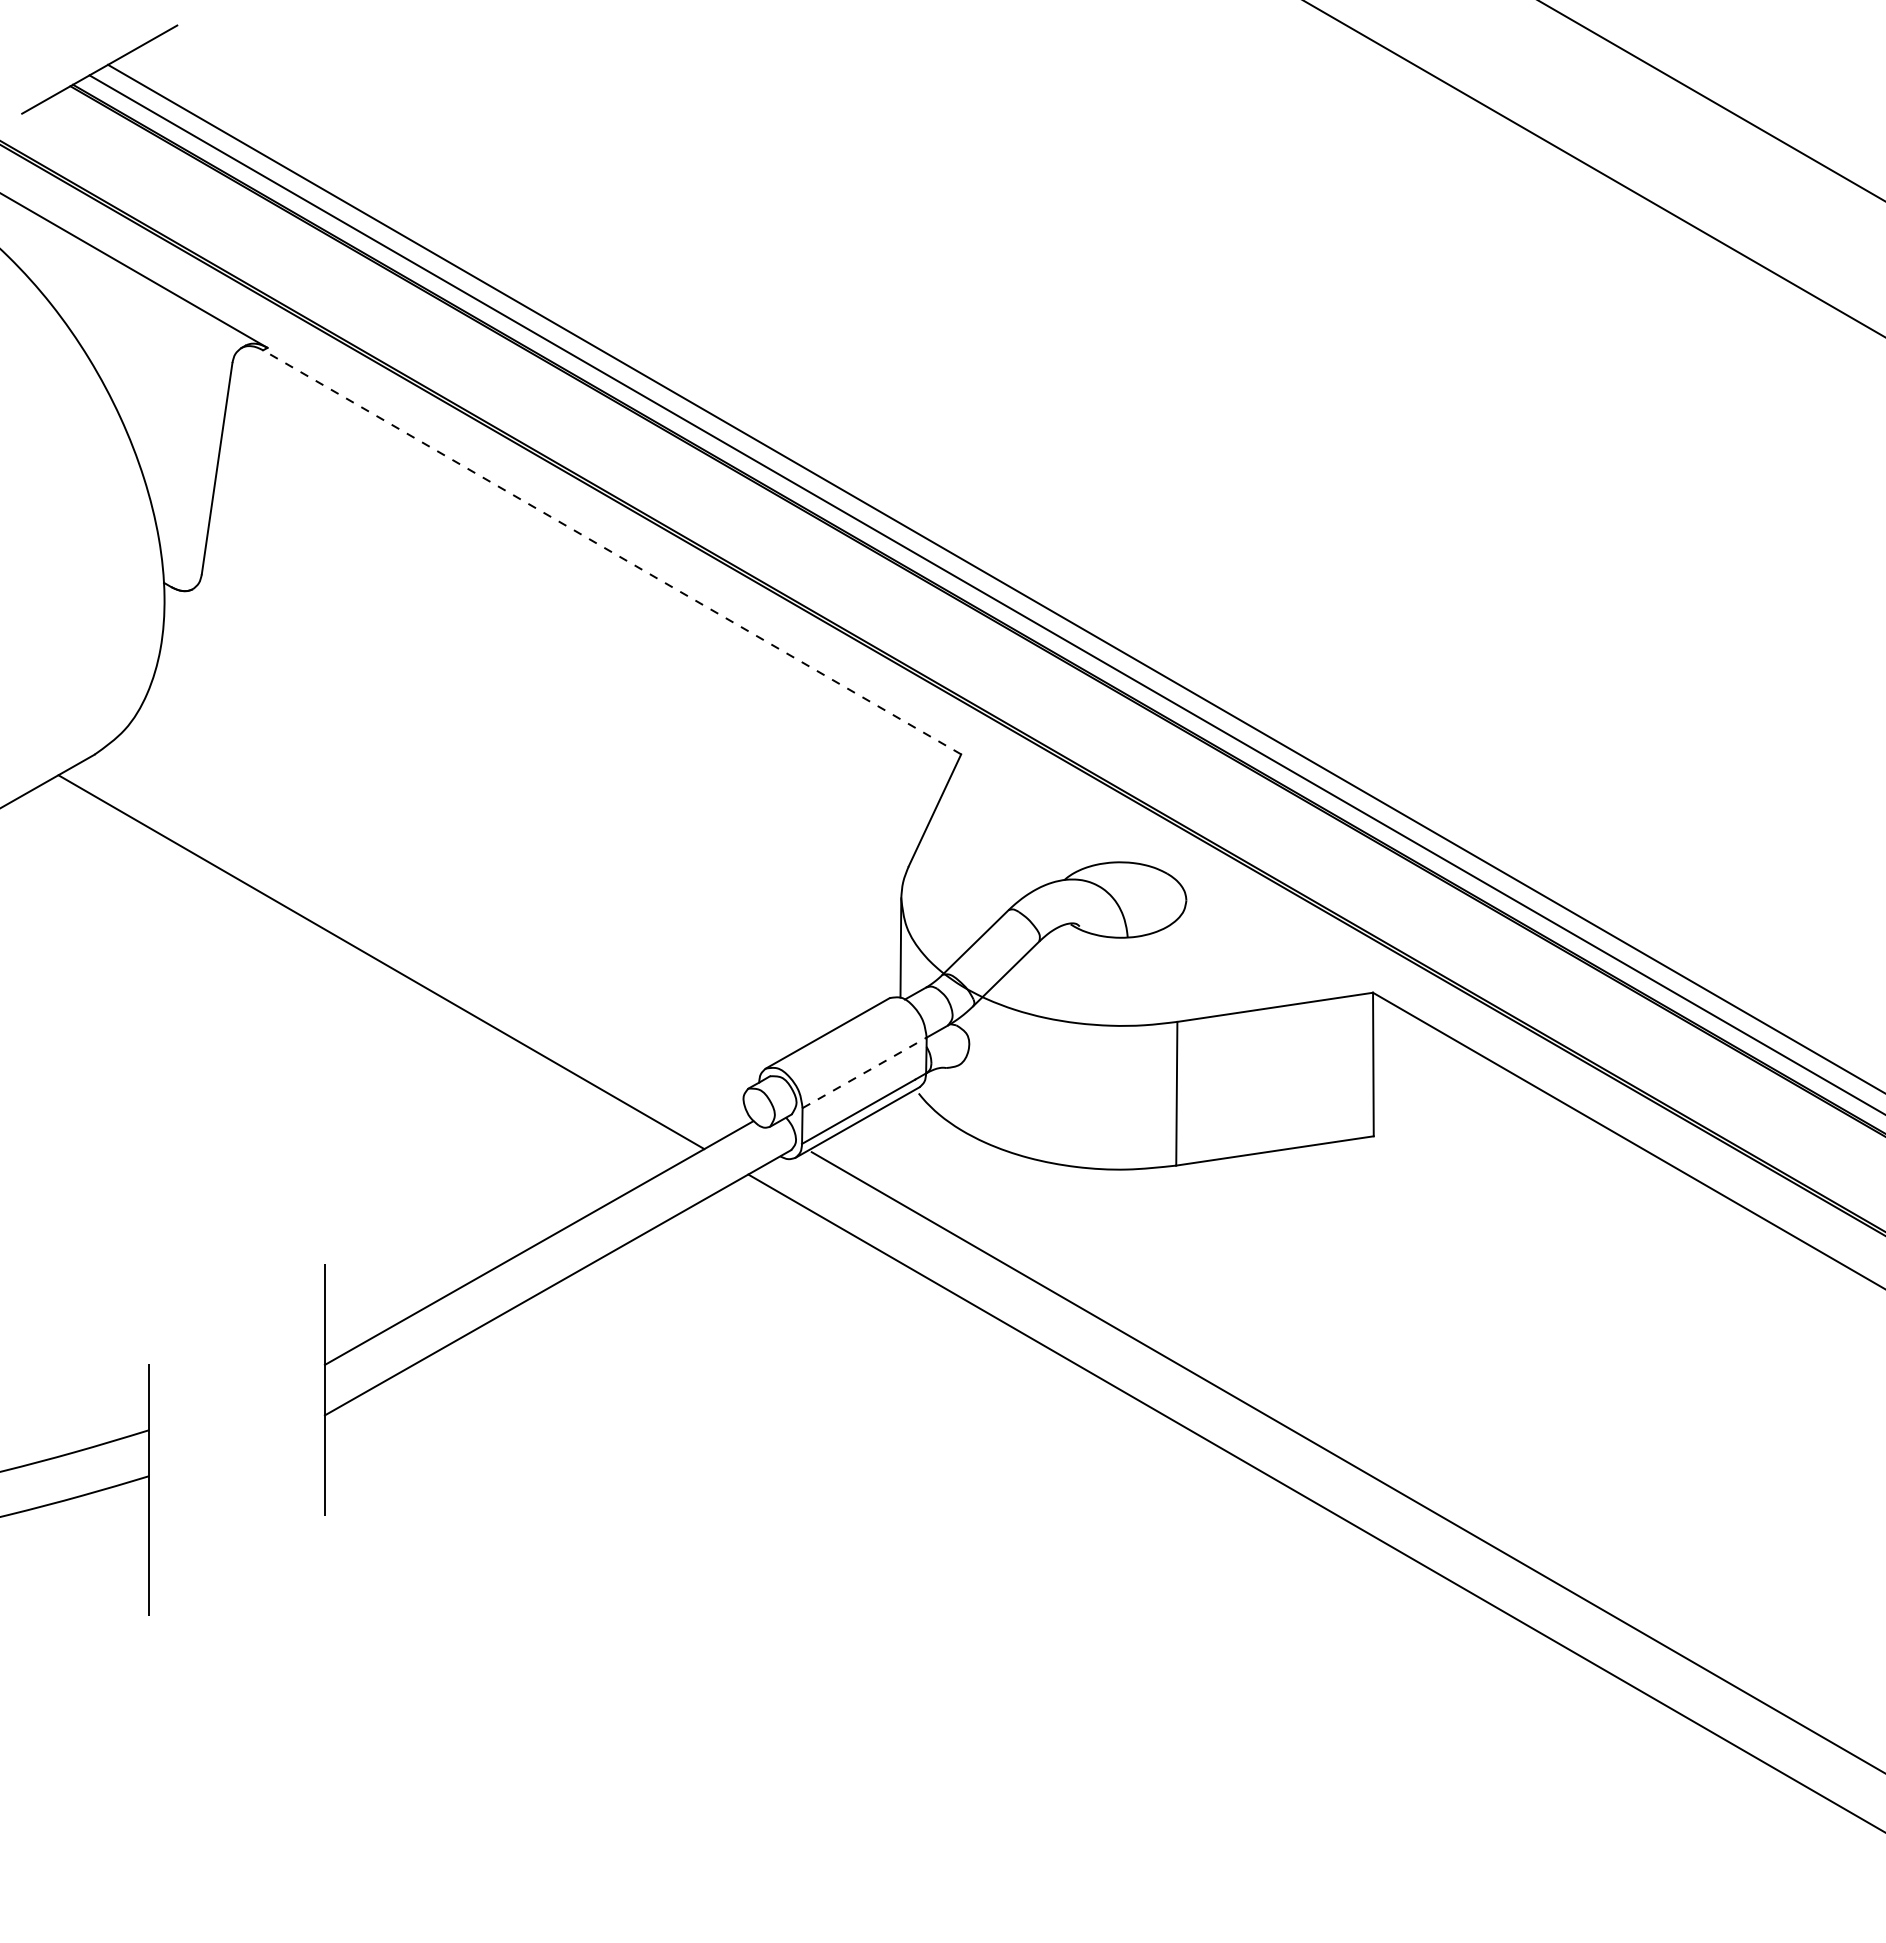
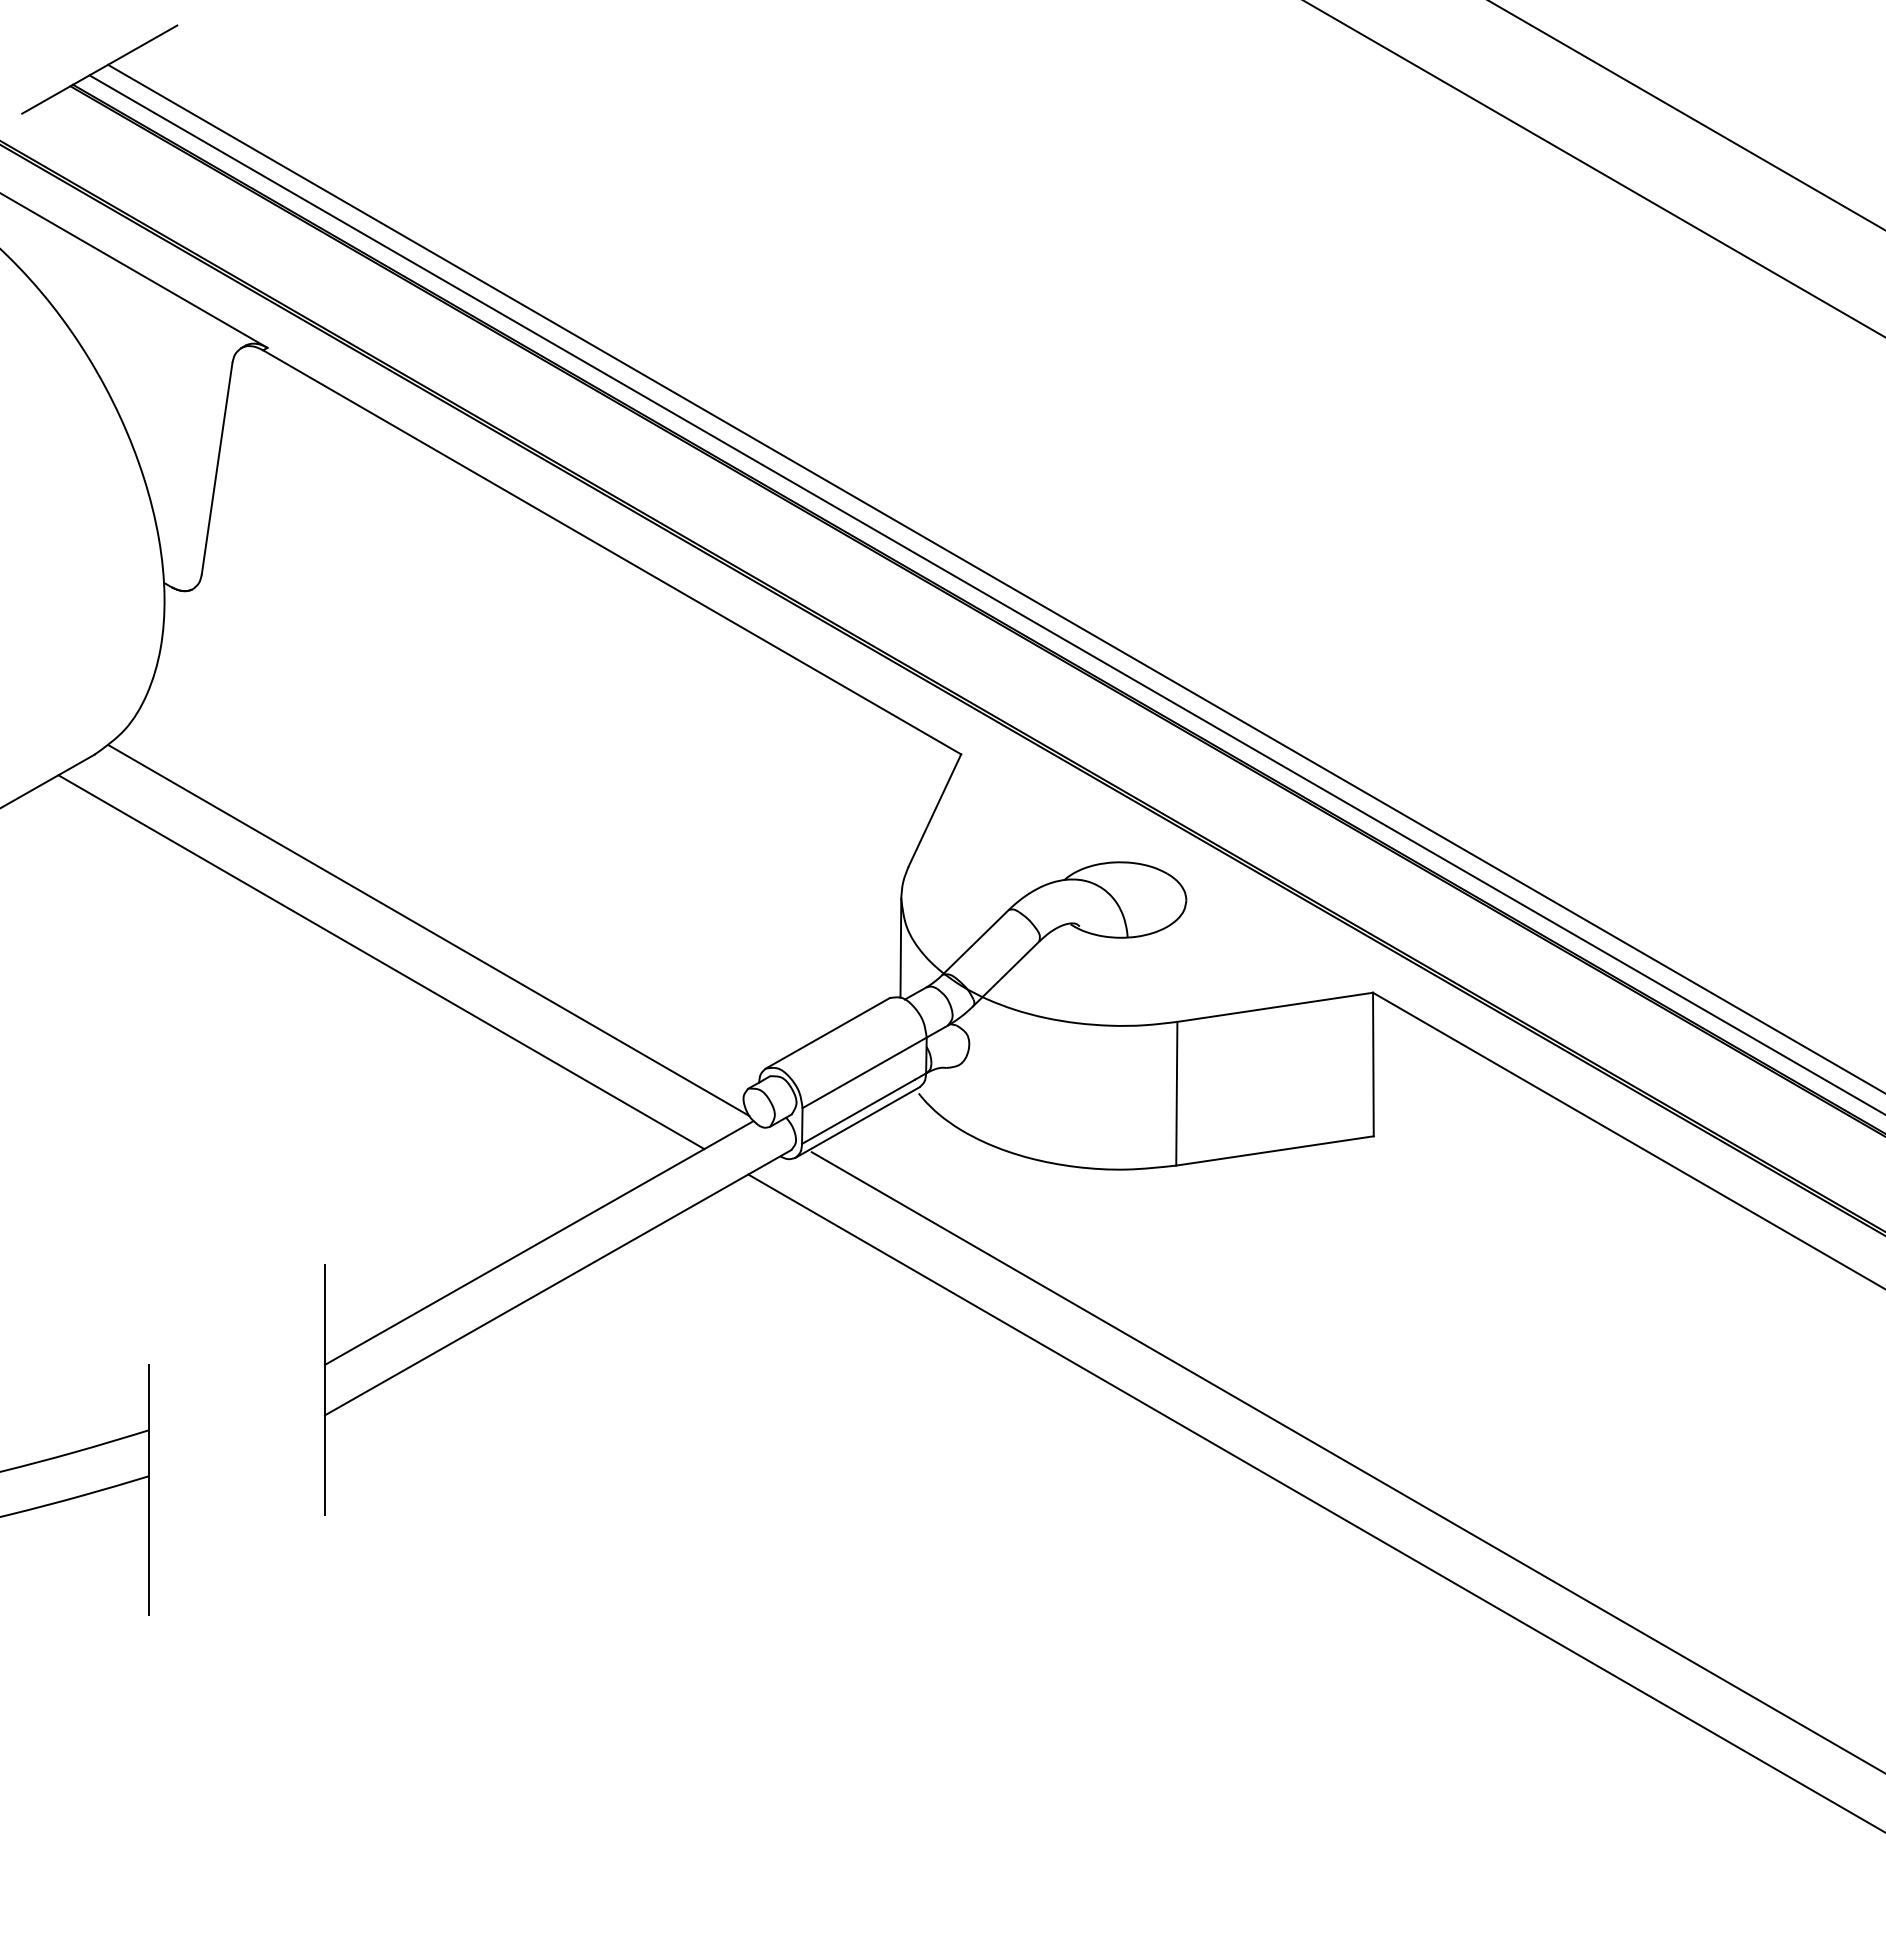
line at (1711, 100) position: (1711, 100) -> (1686, 115)
line at (611, 552): dashed -> solid
line at (428, 930): none -> present
line at (865, 1072): dashed -> solid
